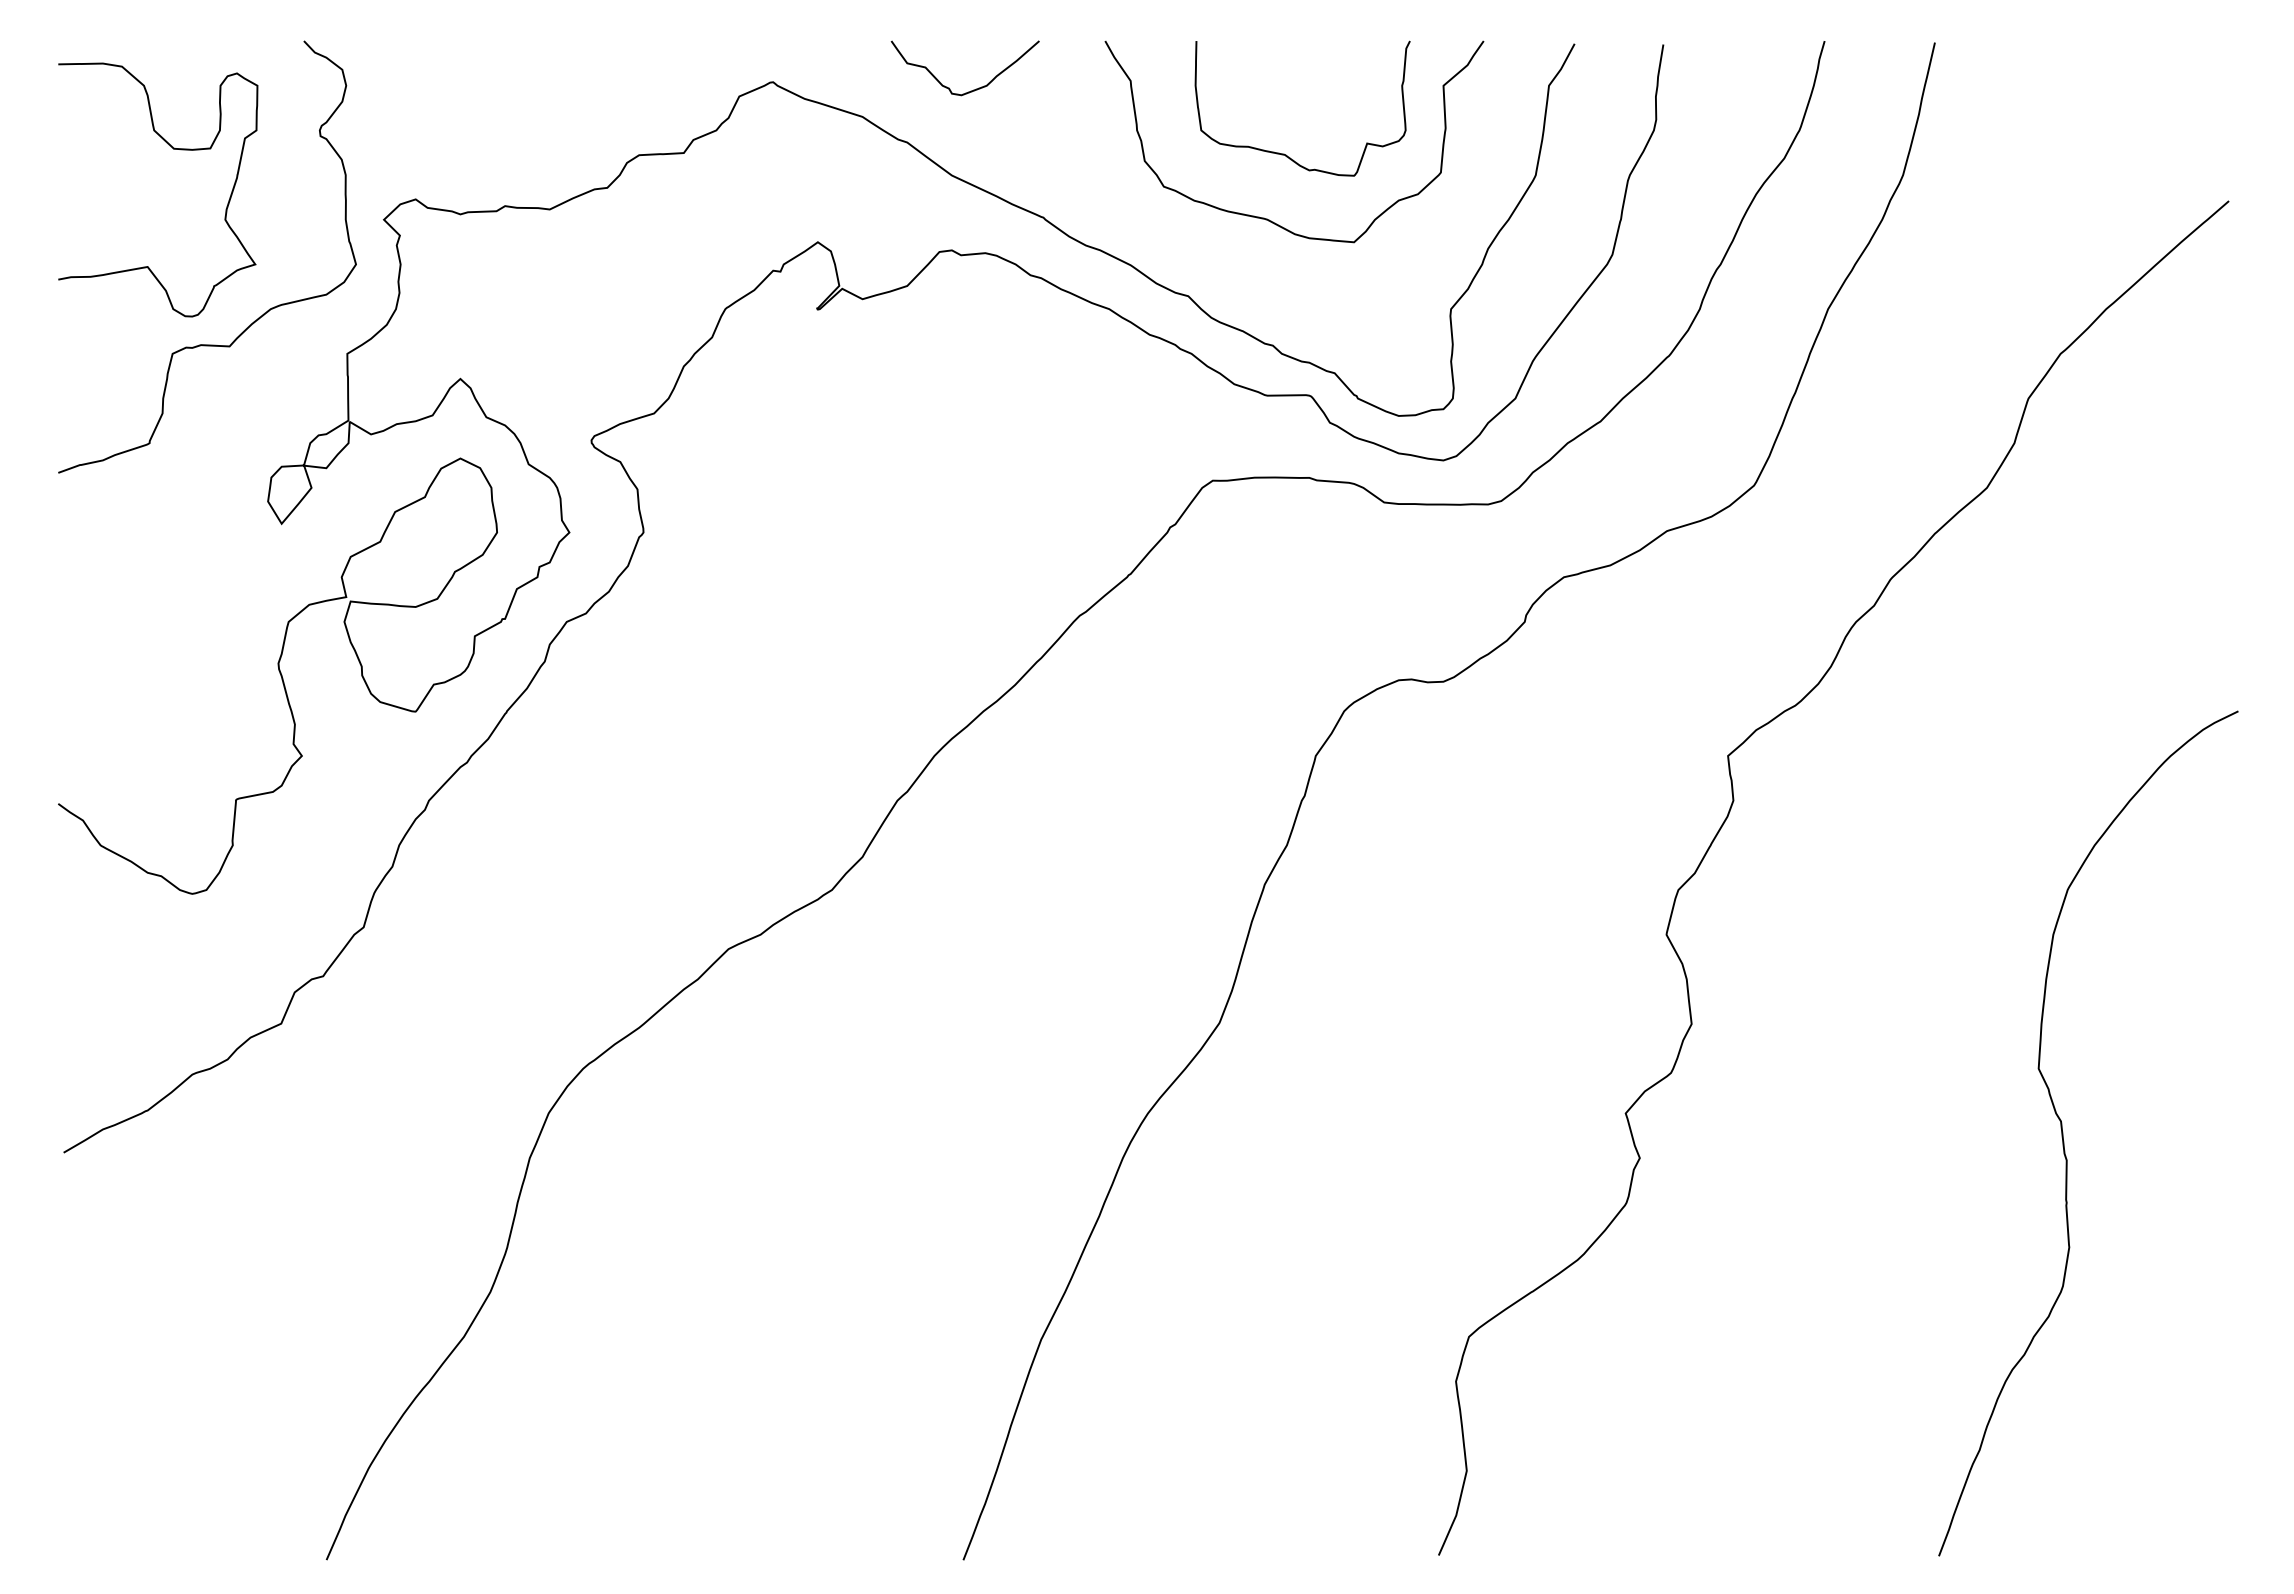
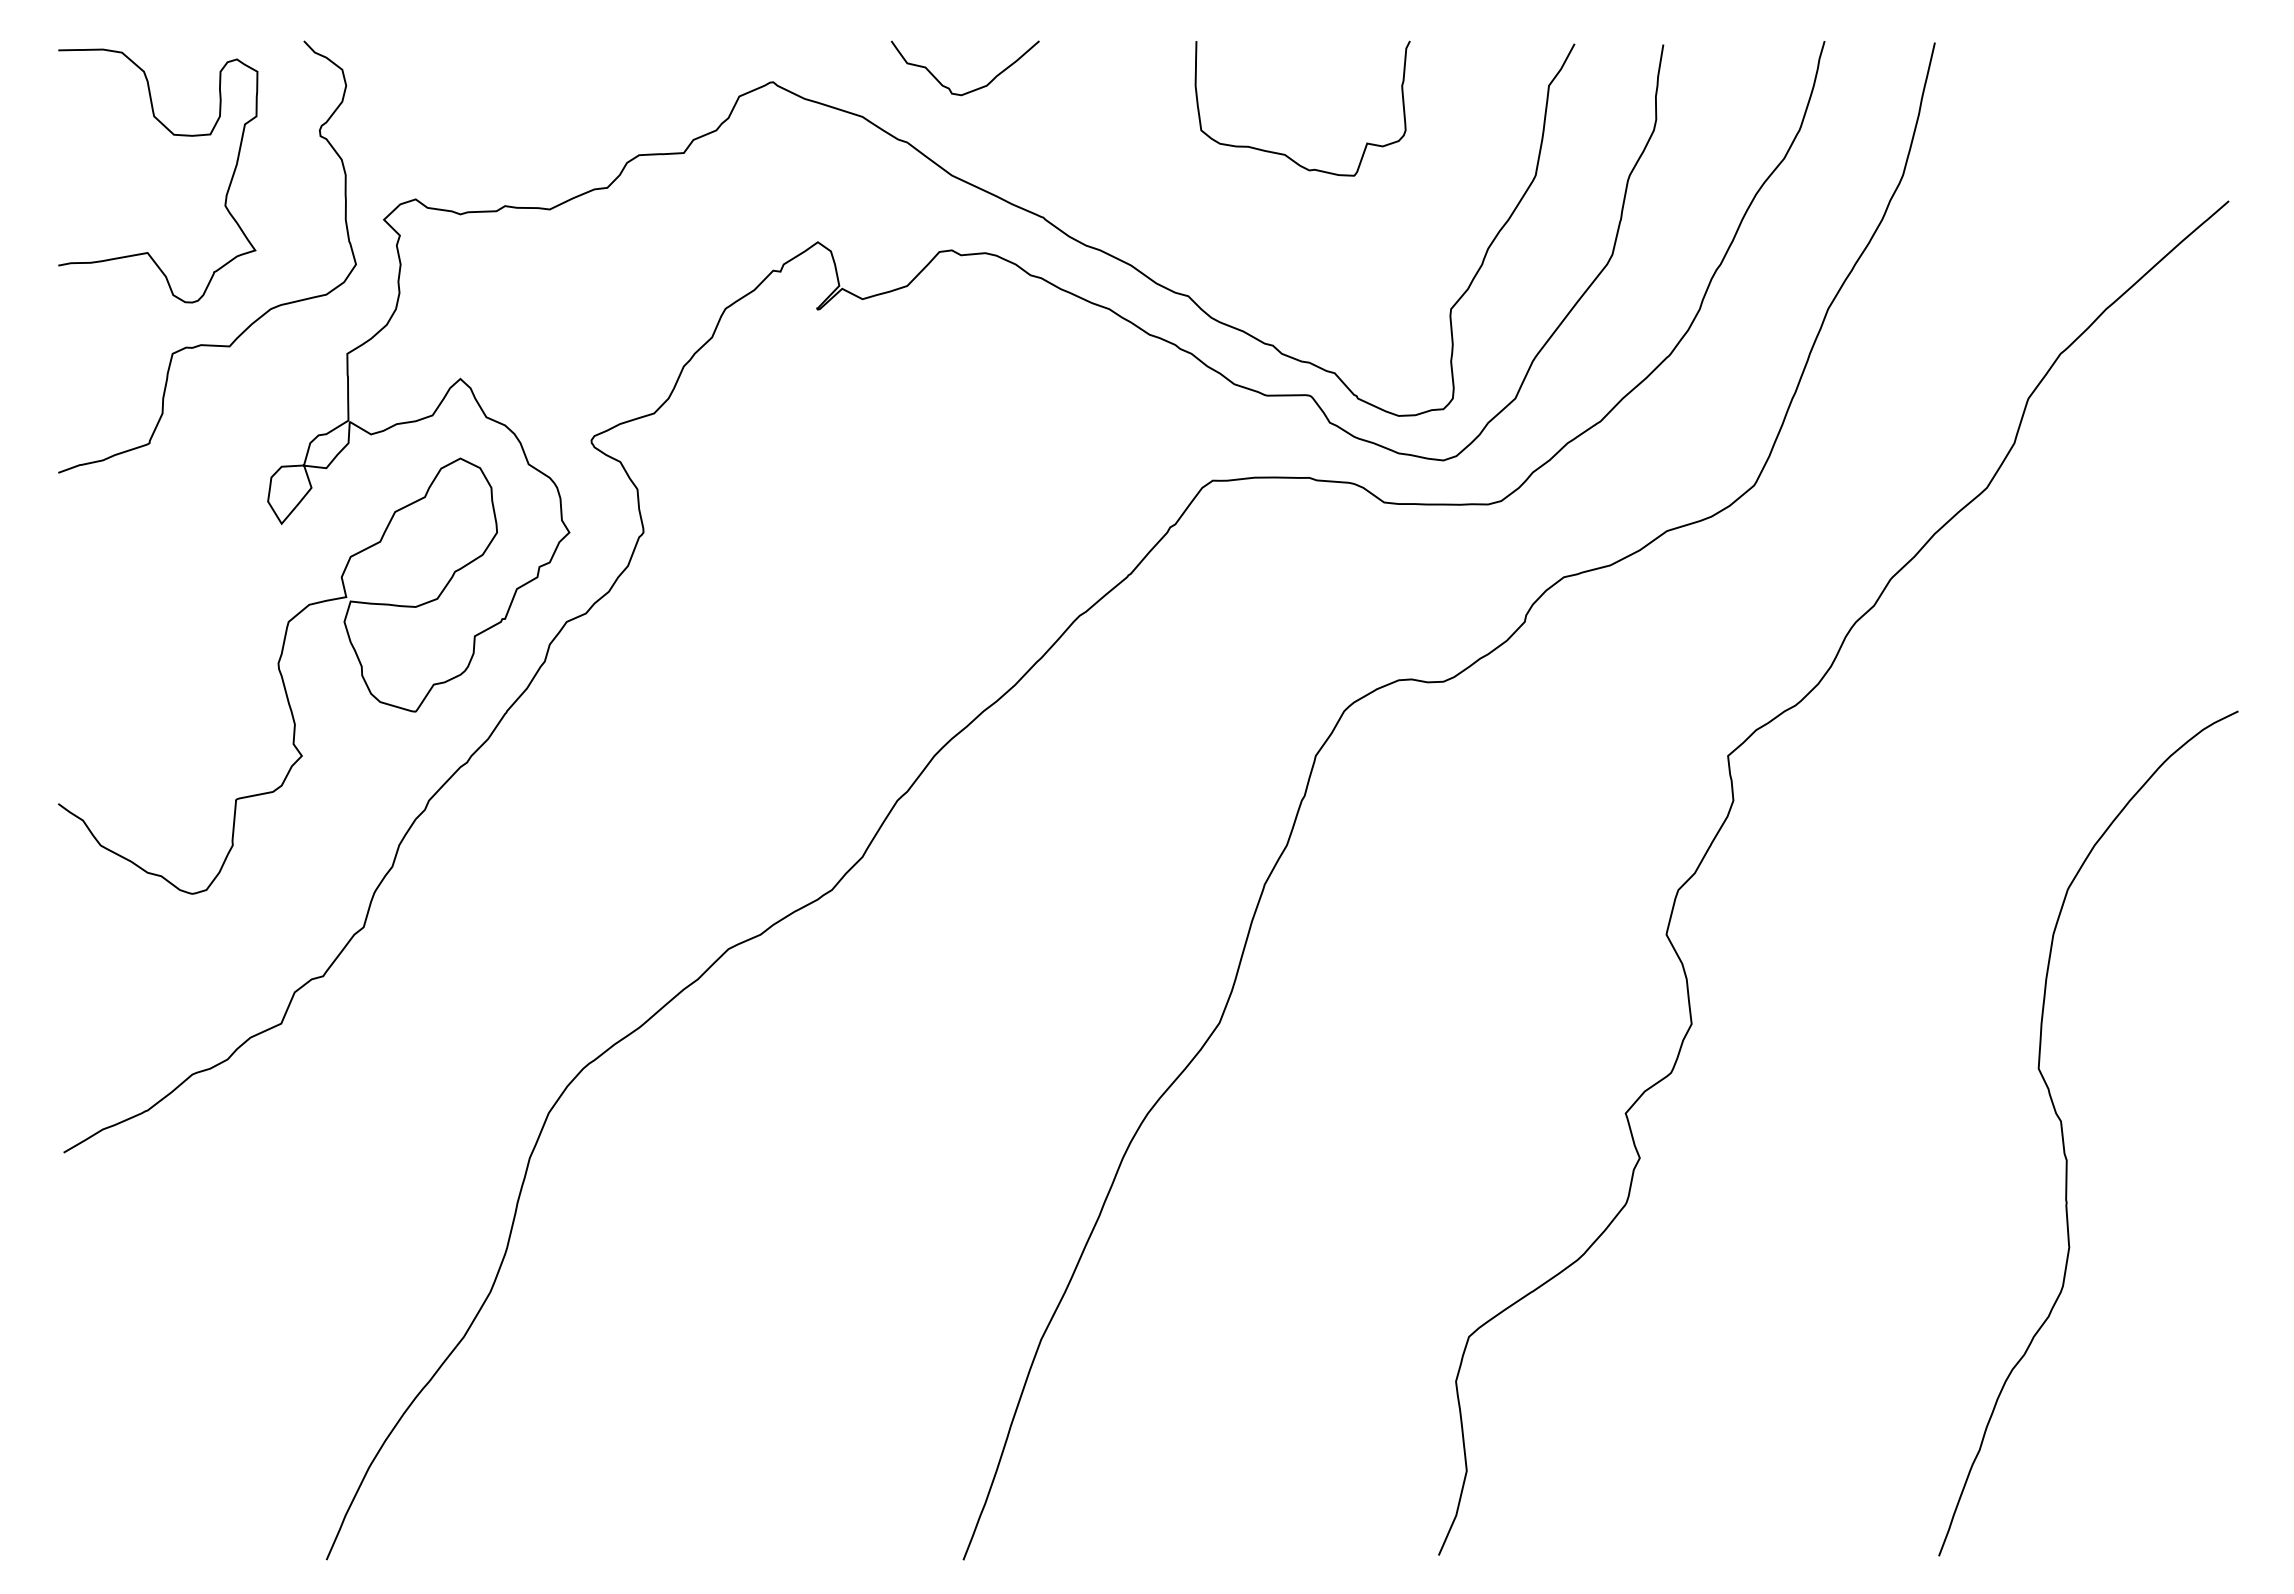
curve at (173, 149) position: (173, 149) -> (173, 135)
curve at (1267, 218): present -> none
